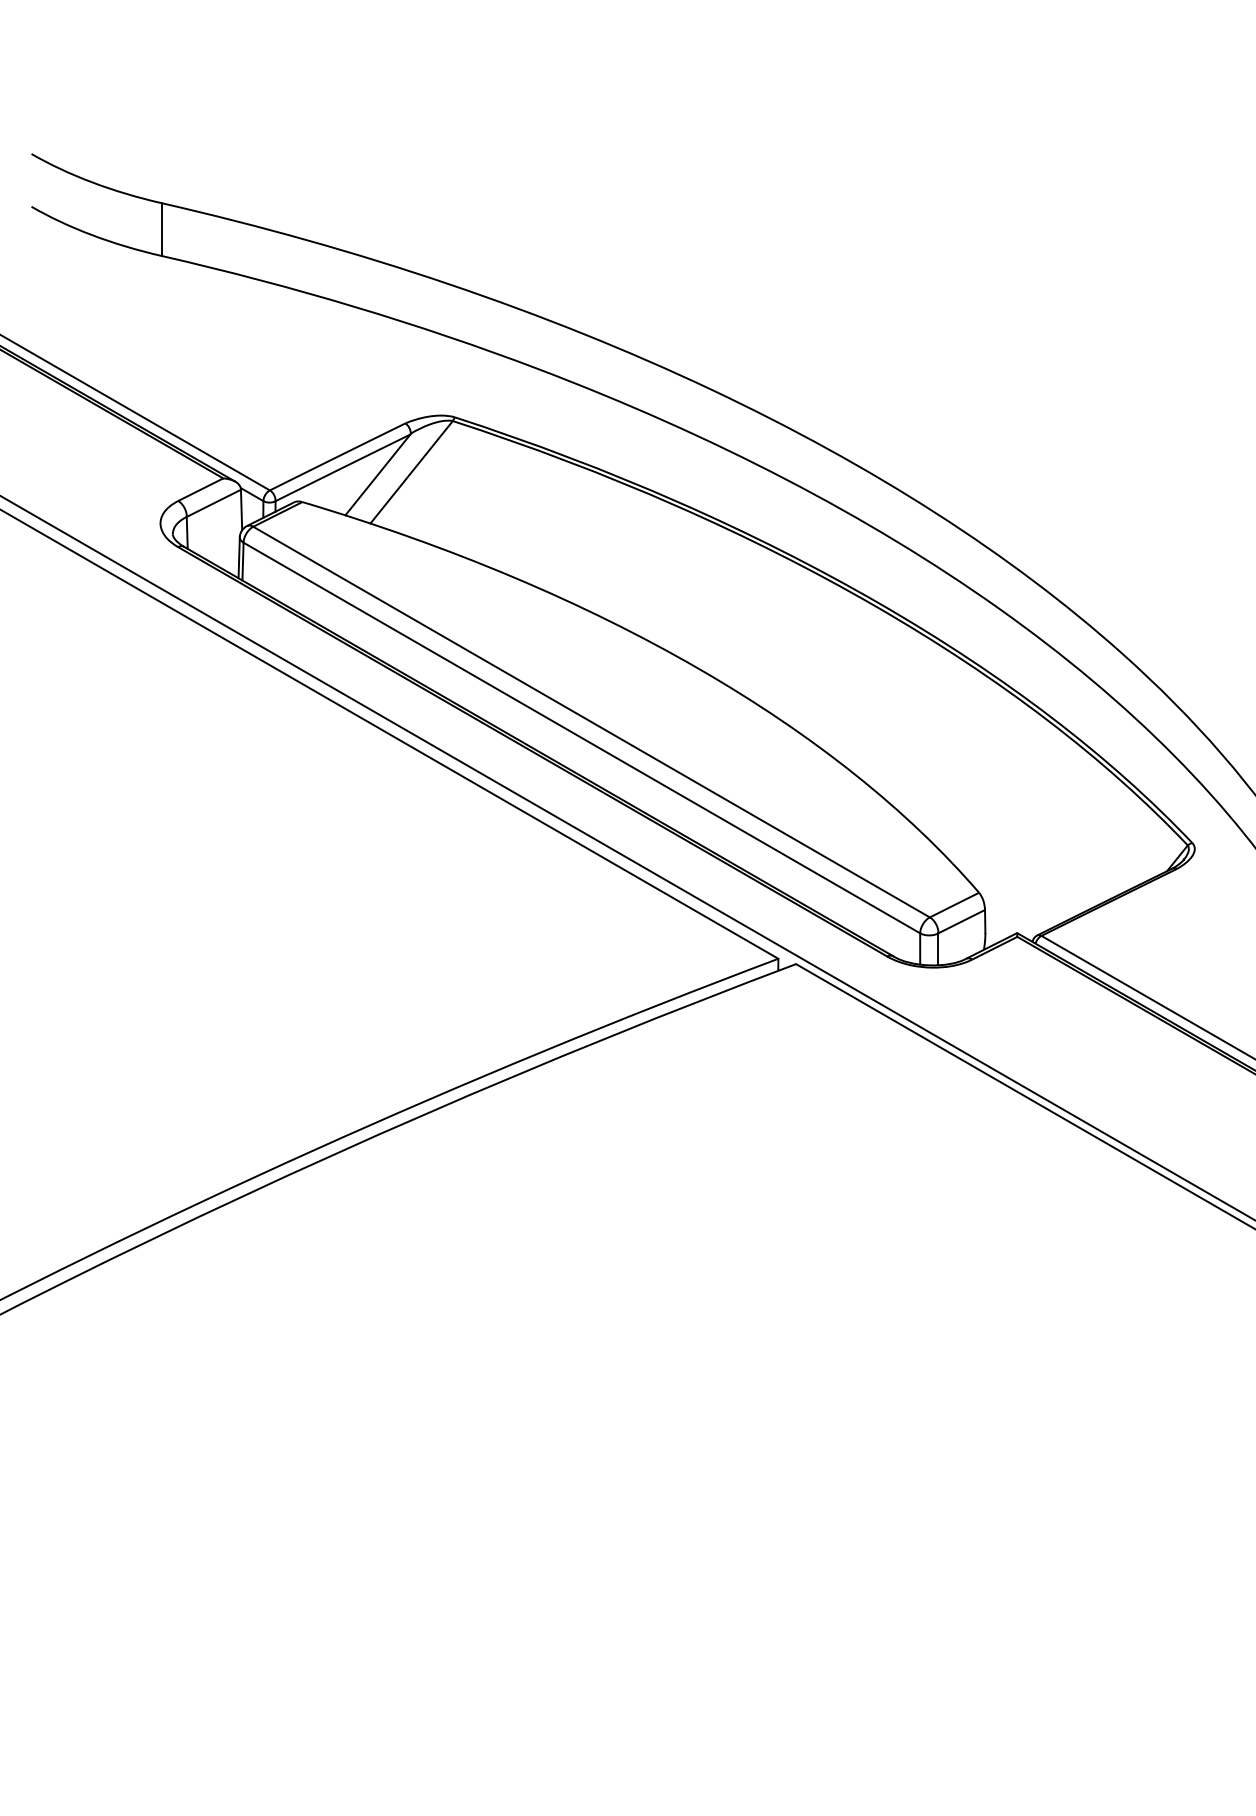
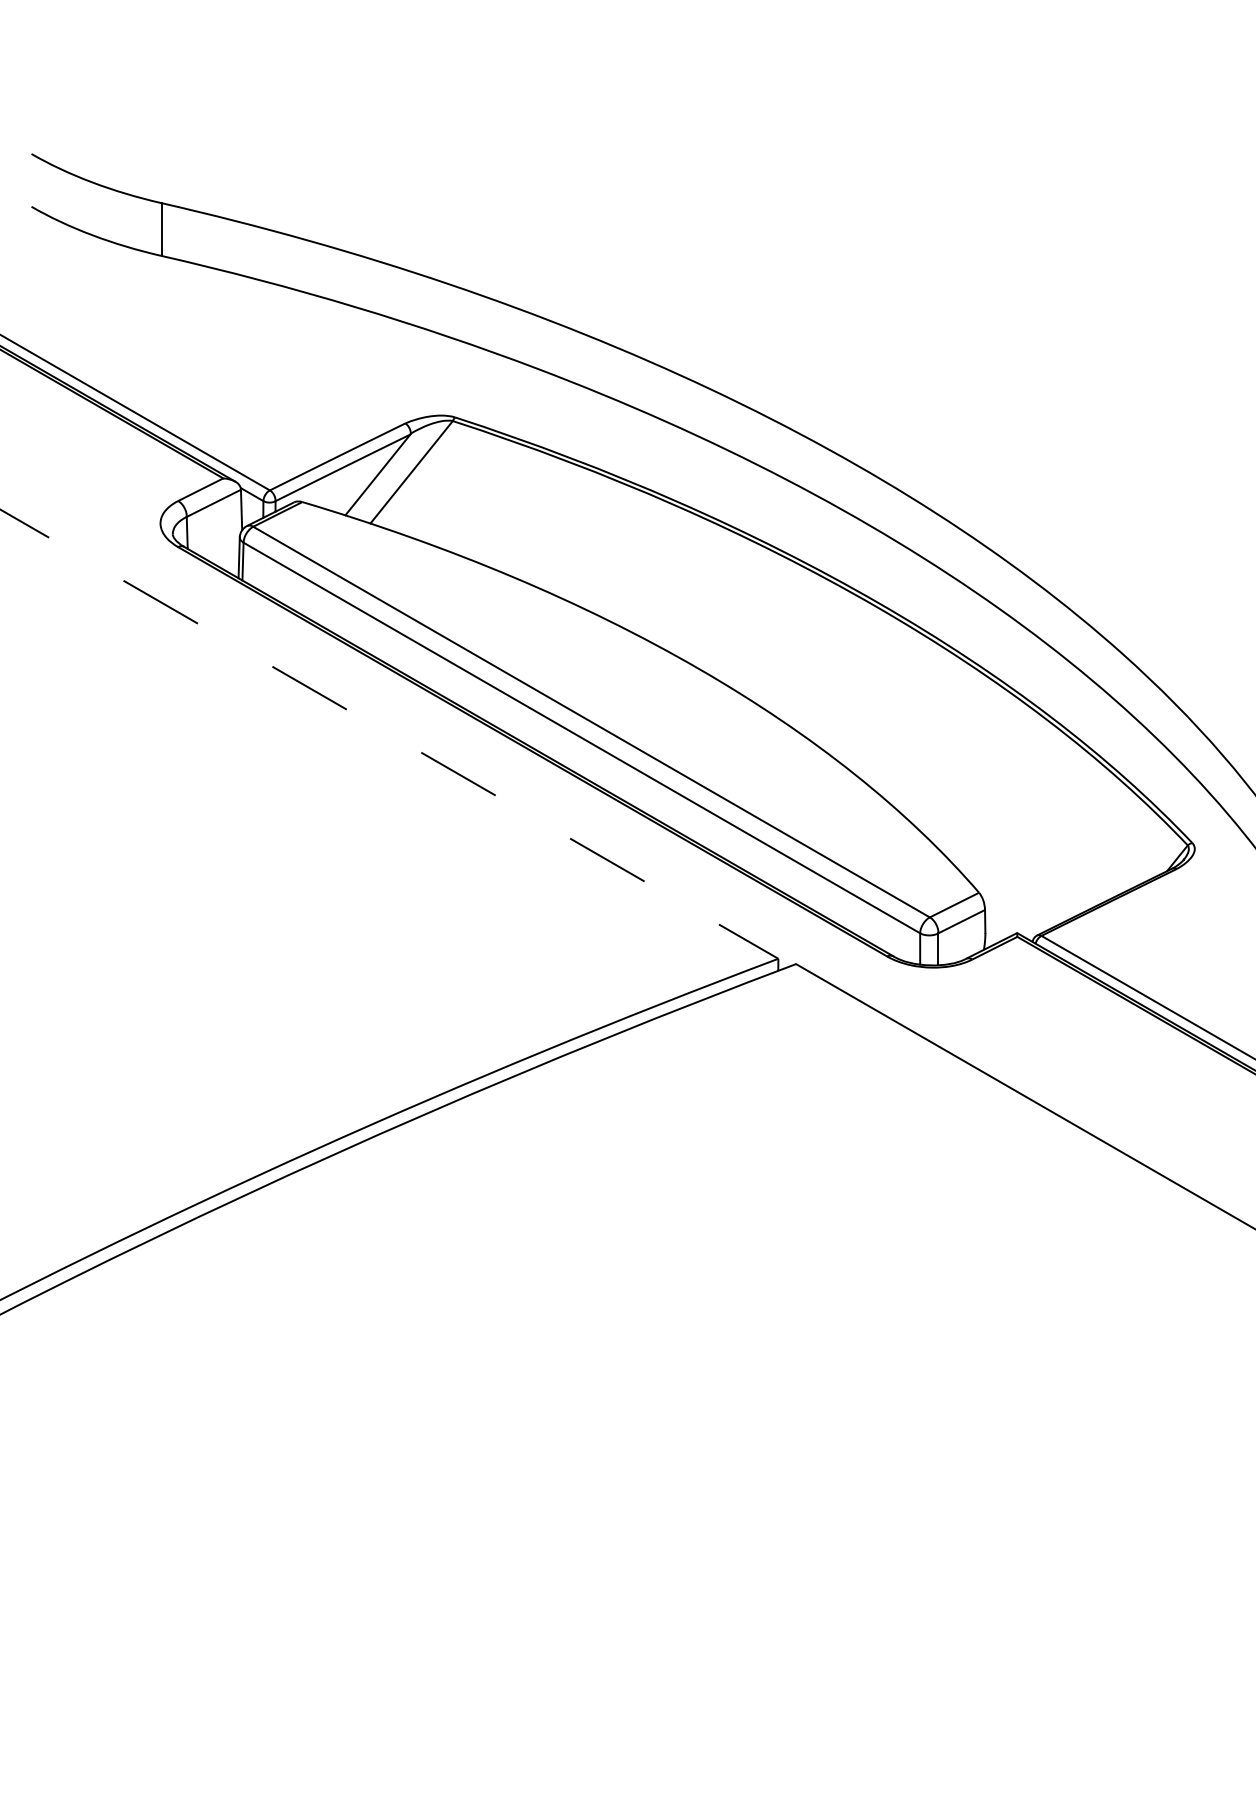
line at (389, 734): solid -> dashed
line at (627, 857): present -> none
